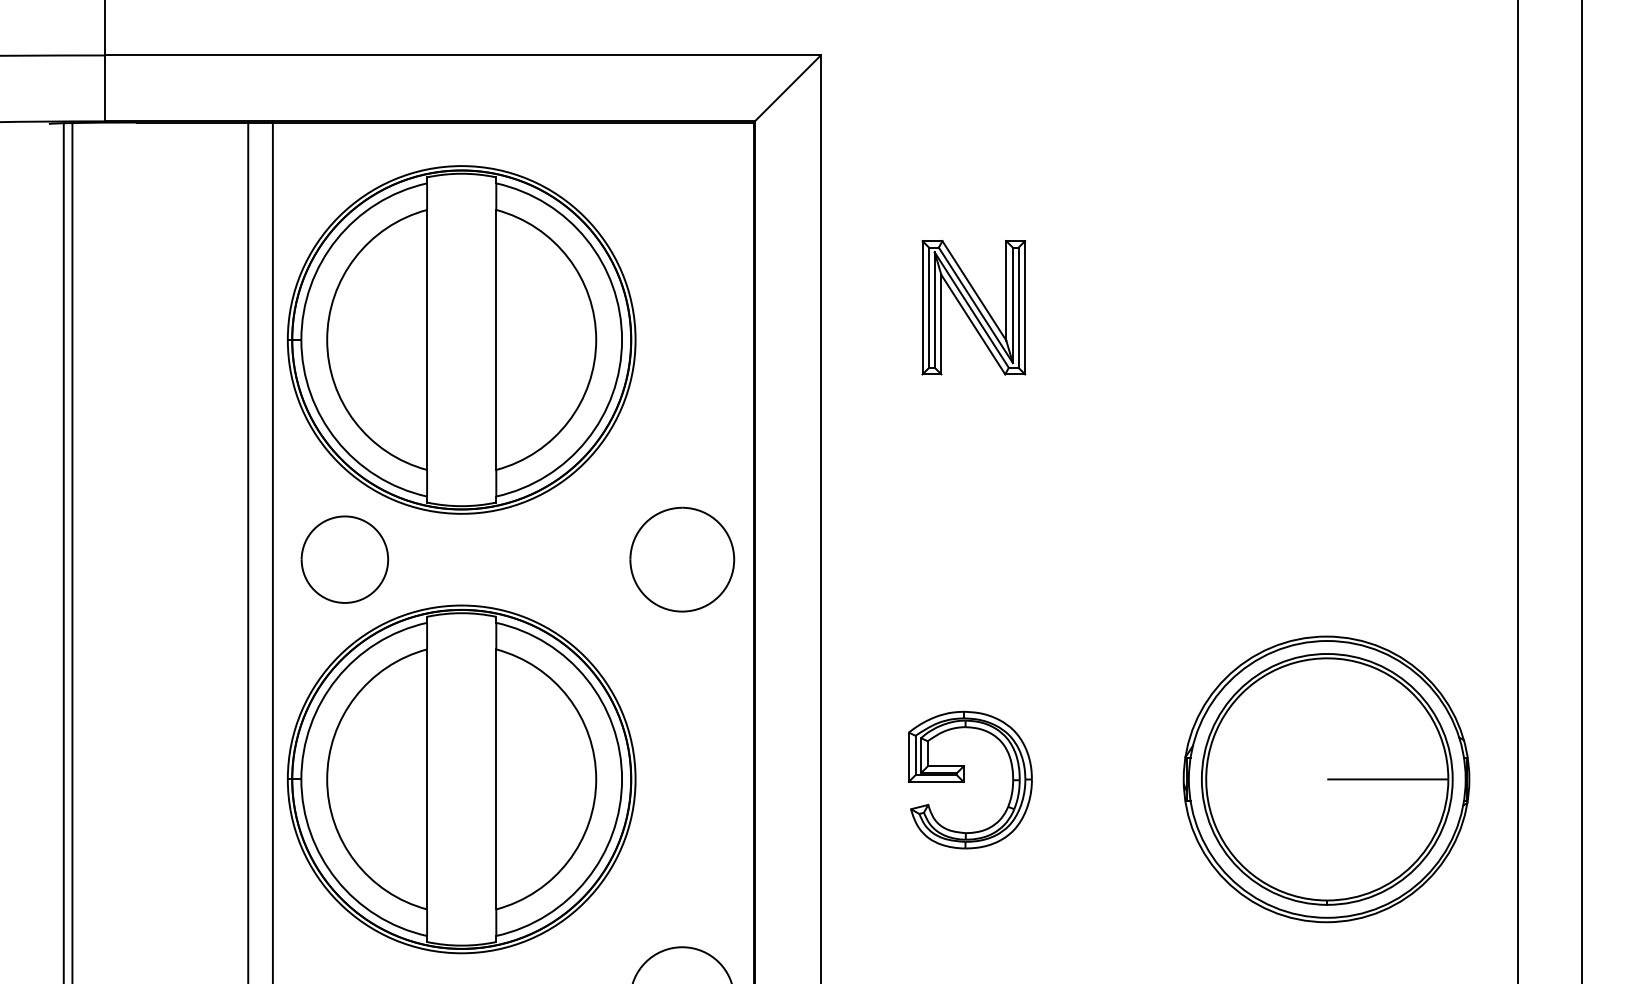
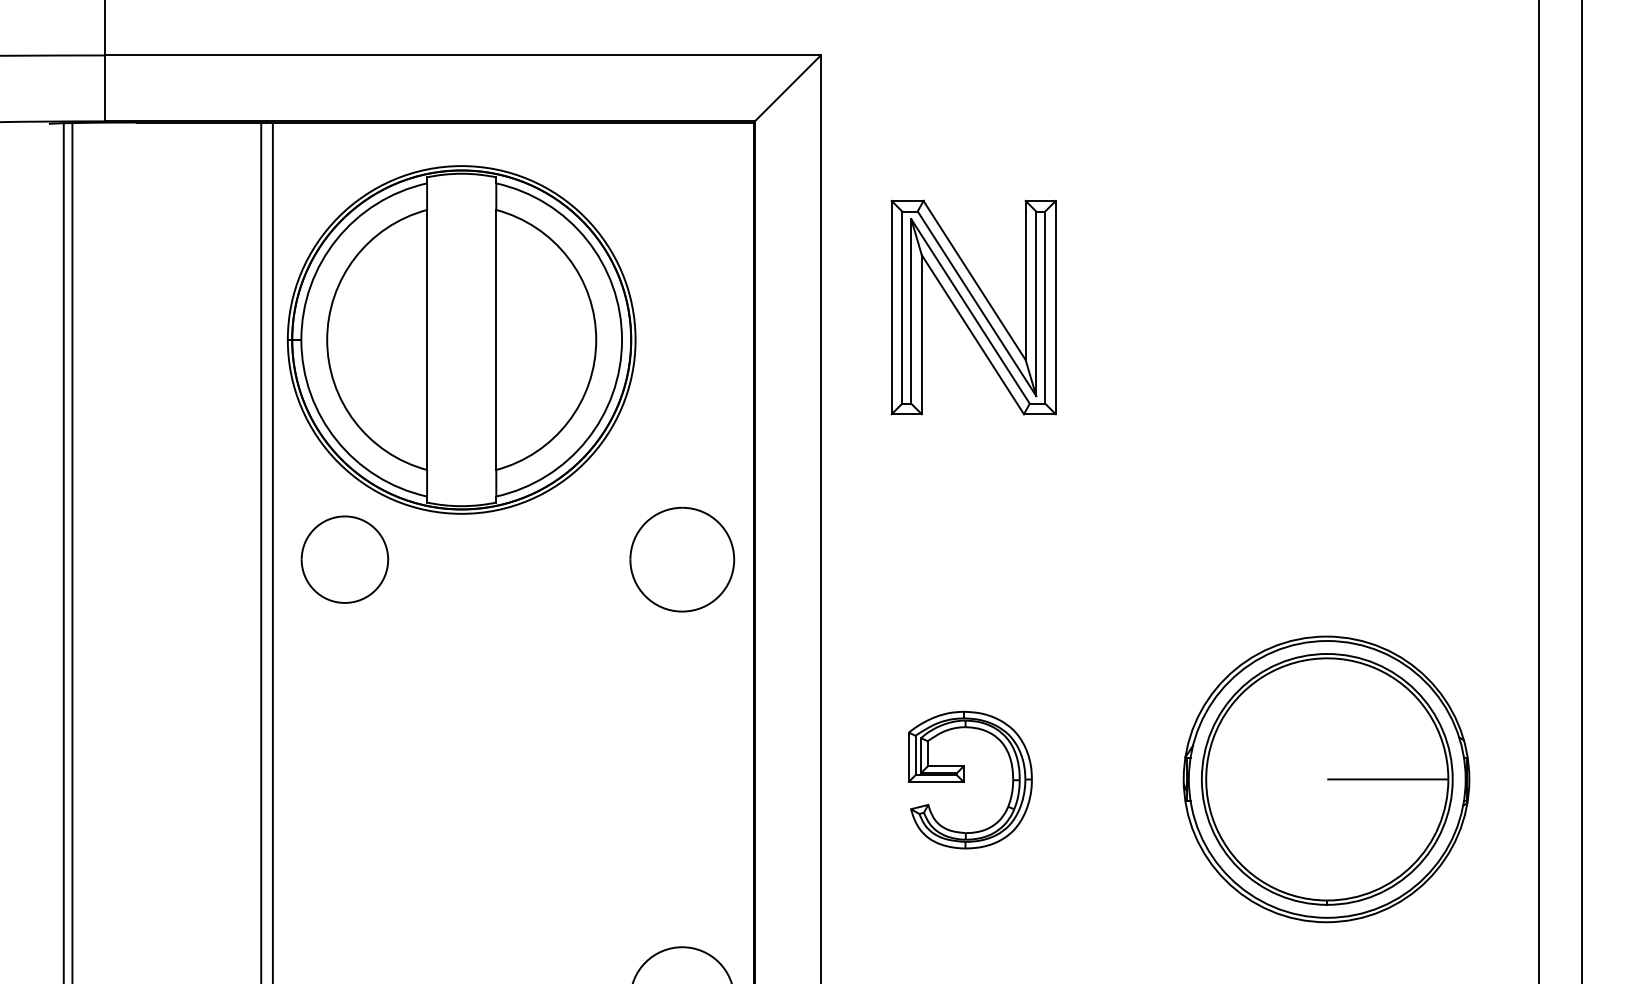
part at (973, 307) size: 106x136 px -> 167x217 px
line at (1518, 491) position: (1518, 491) -> (1539, 491)
line at (248, 551) position: (248, 551) -> (261, 551)
part at (461, 779): present -> none
